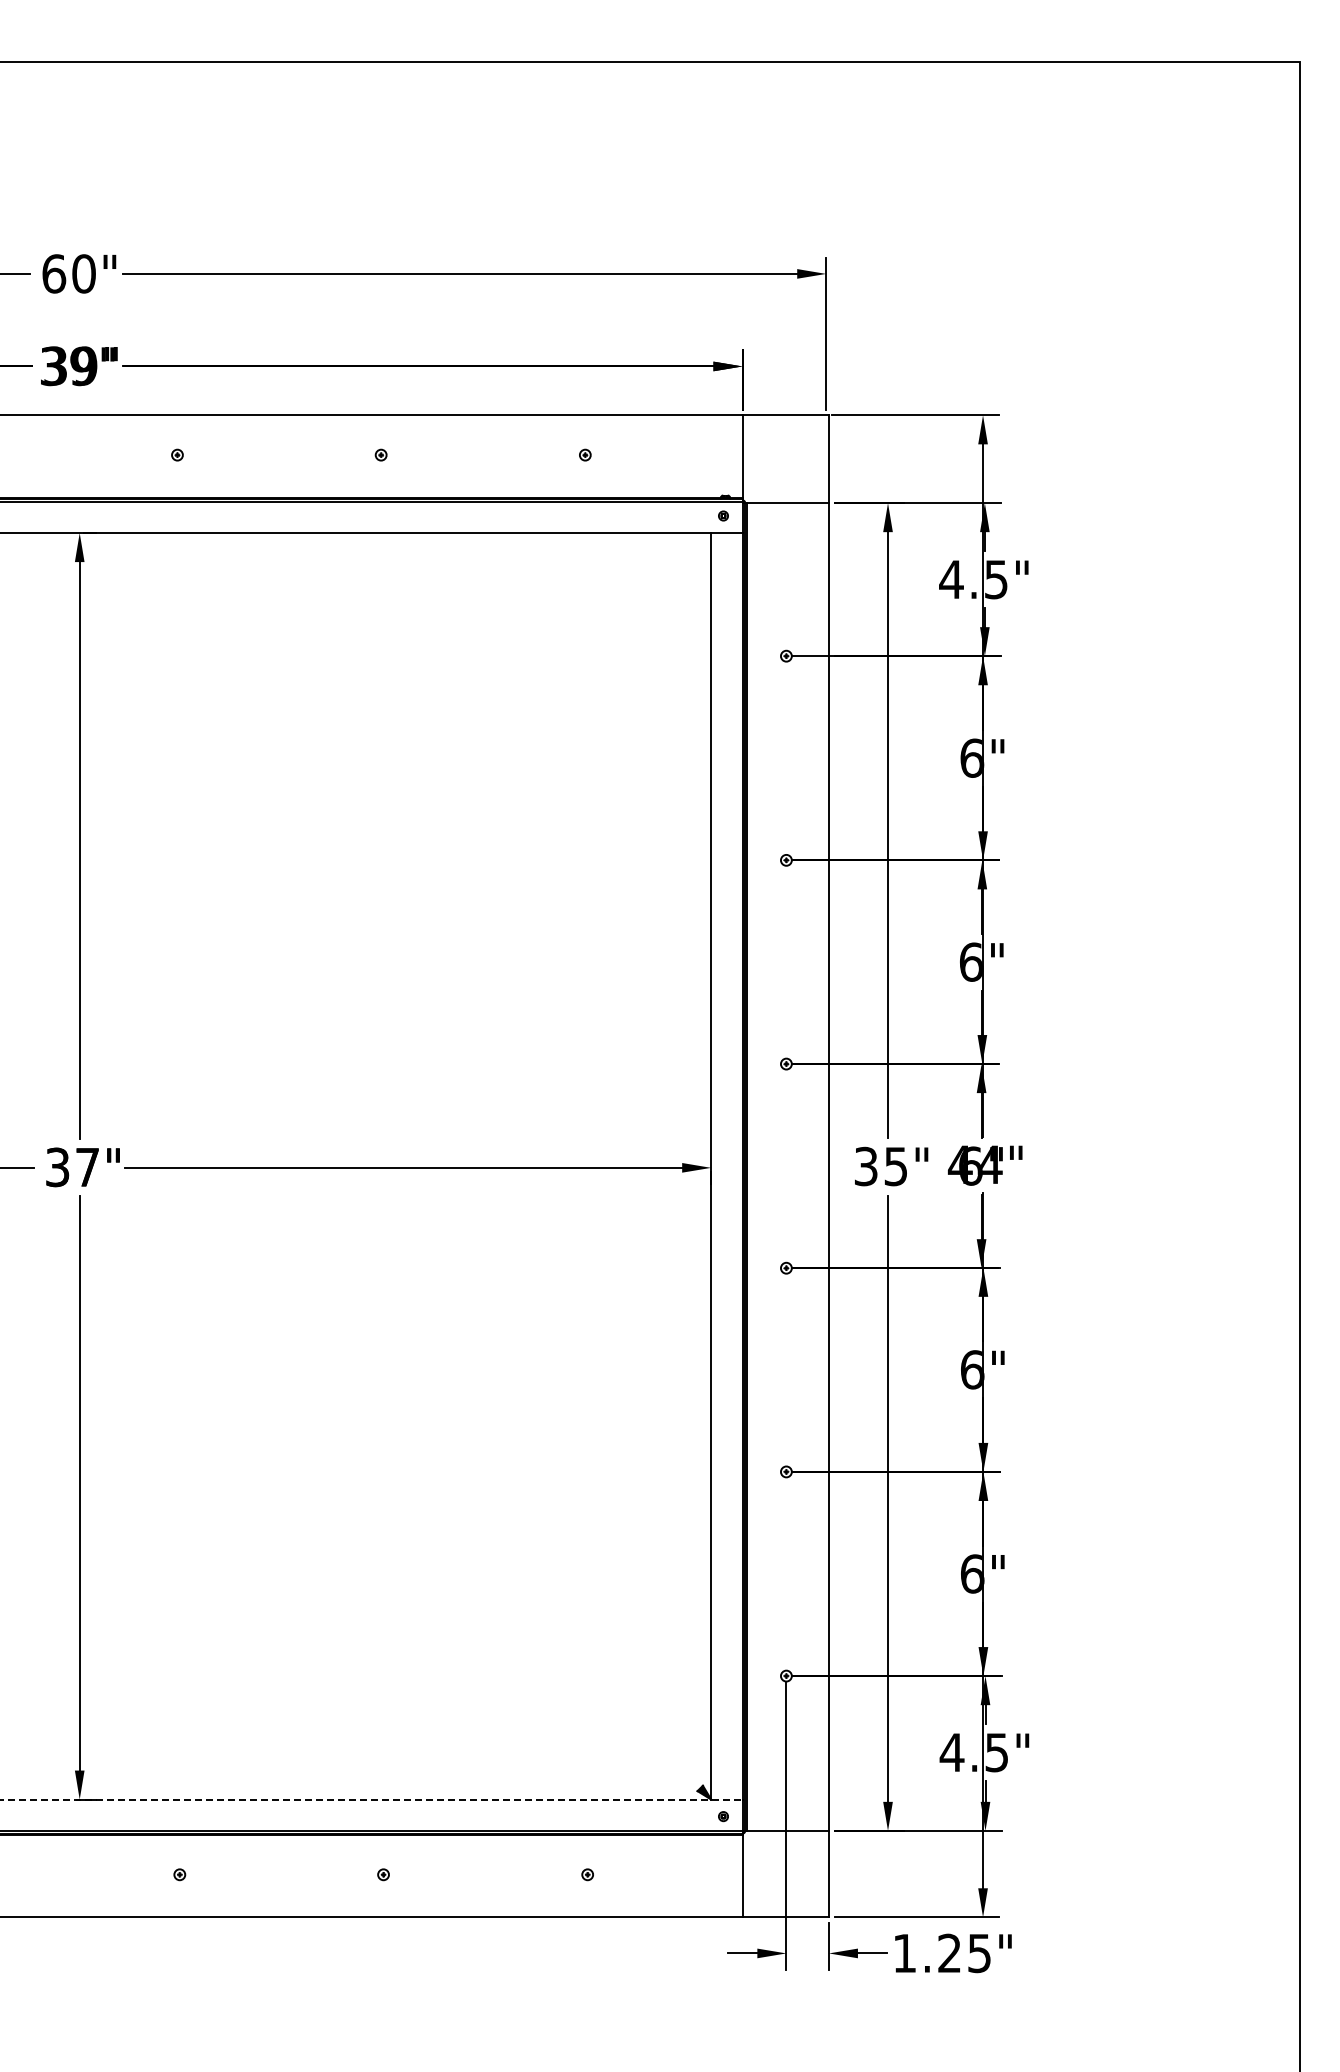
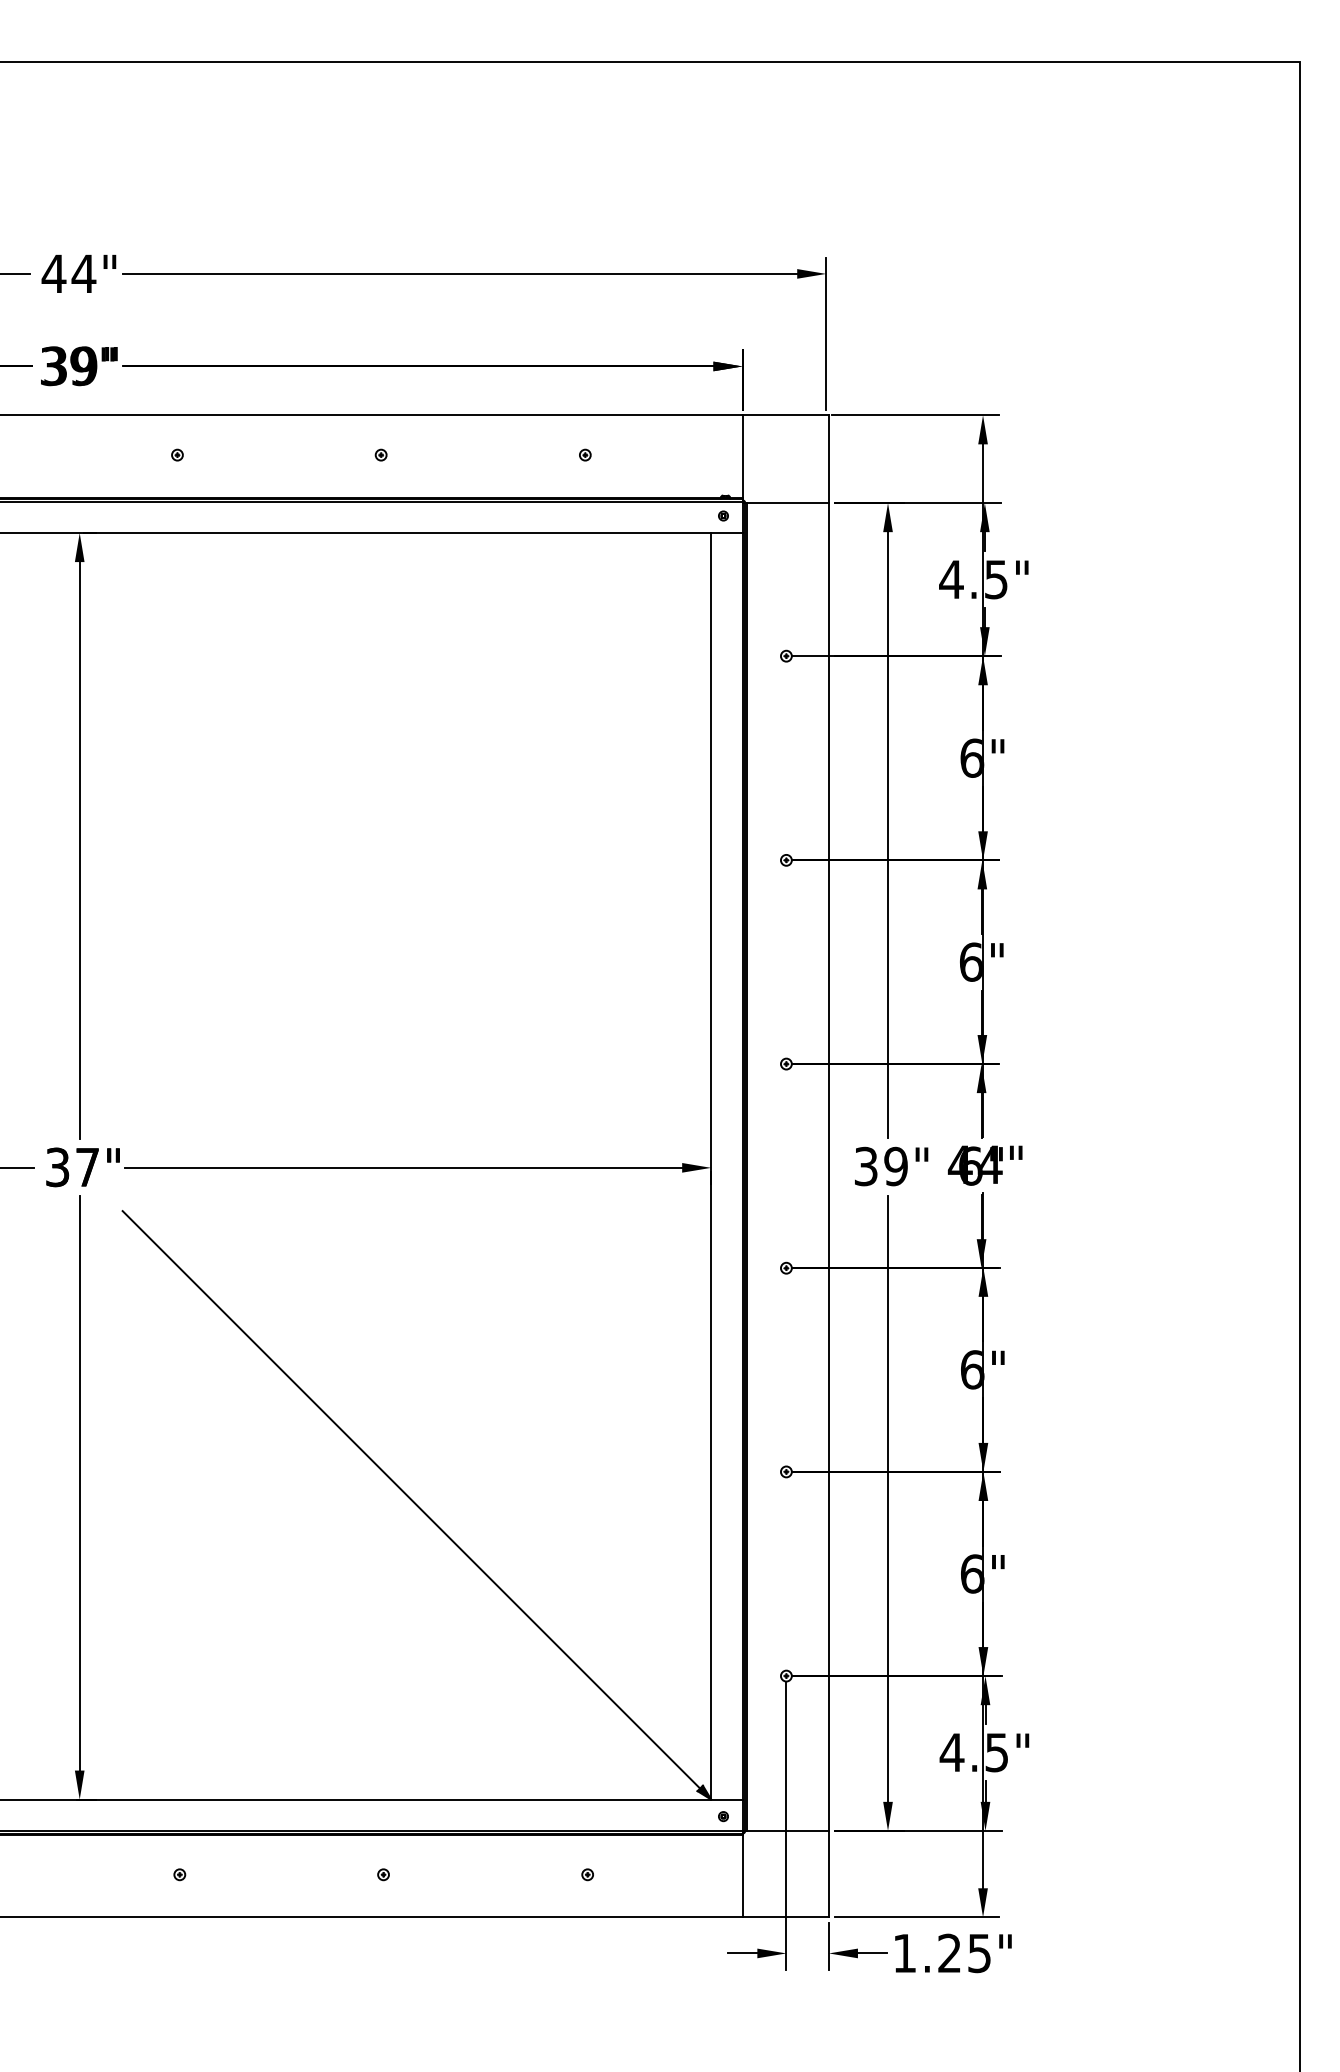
text at (68, 273): 60" -> 44"
text at (895, 1166): 35" -> 39"
line at (411, 1499): none -> present
line at (371, 1799): dashed -> solid
